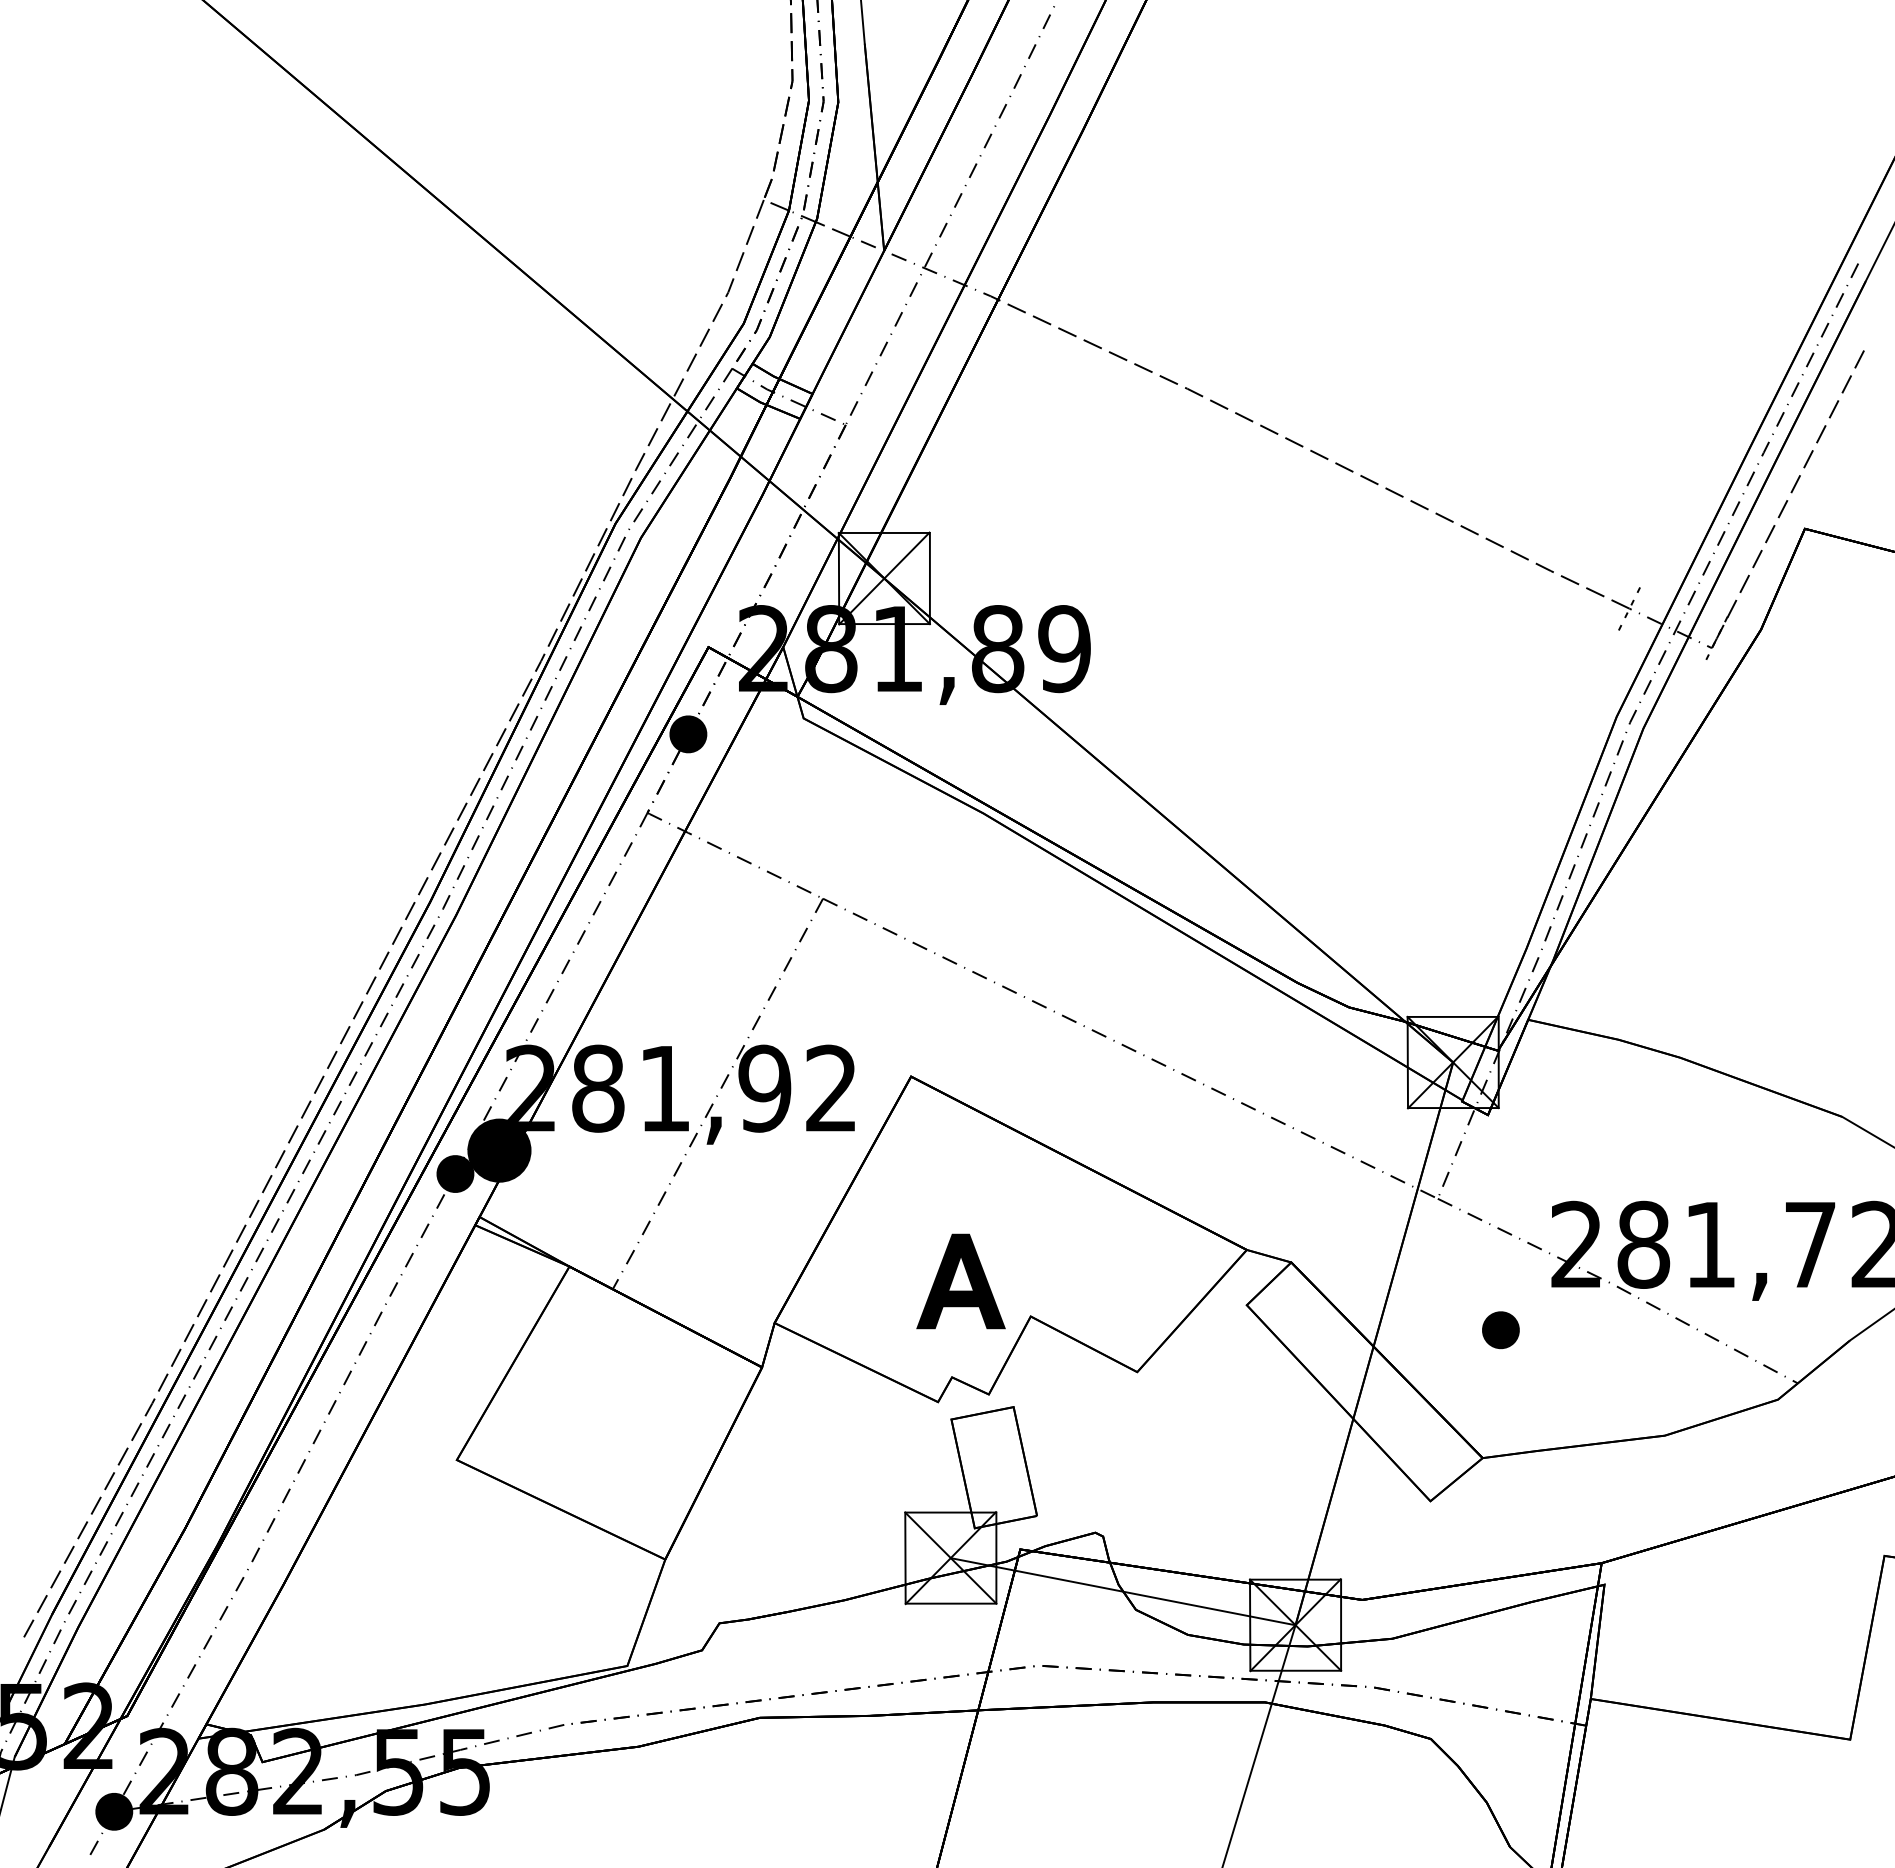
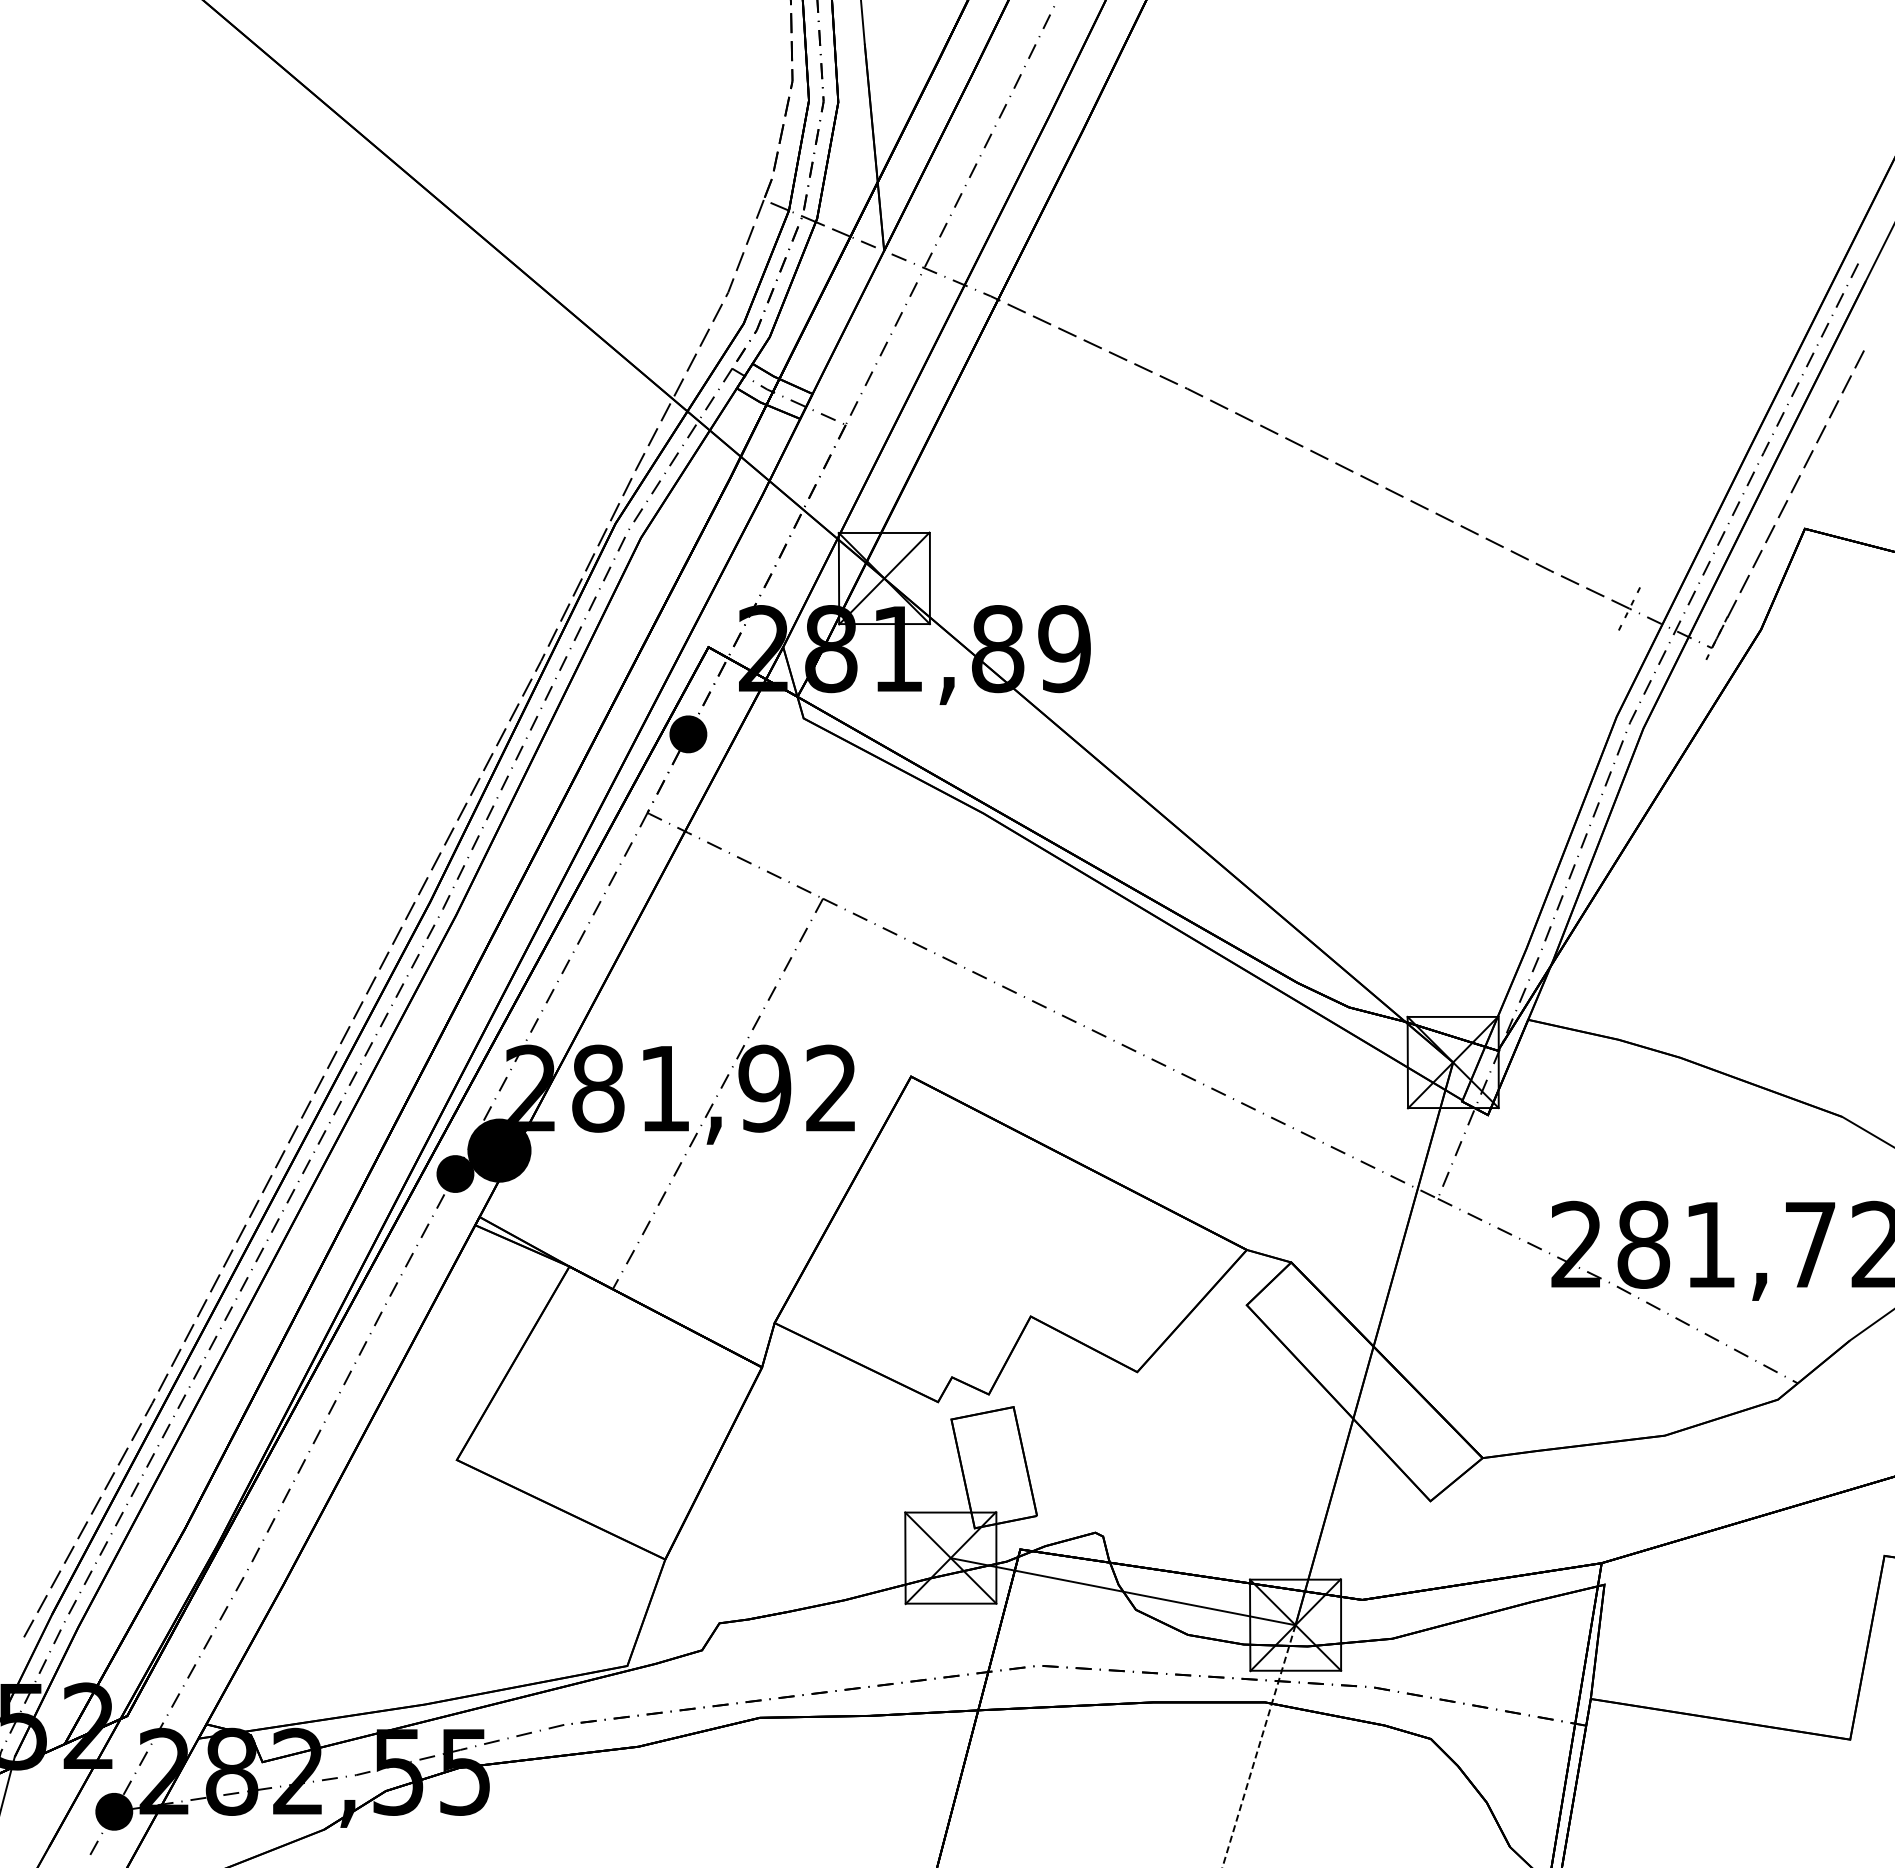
part at (960, 1281): present -> none
part at (1500, 1330): present -> none
line at (1258, 1746): solid -> dashed
